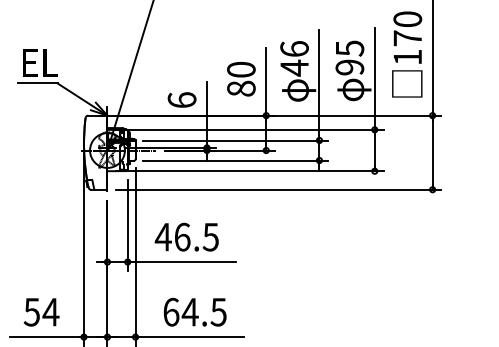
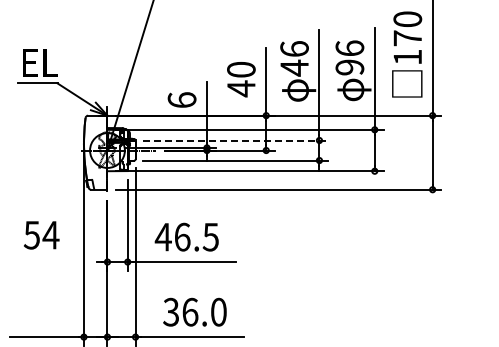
text at (349, 48): 95 -> 96
text at (241, 88): 80 -> 40
line at (236, 140): solid -> dashed
text at (194, 311): 64.5 -> 36.0
text at (41, 312) position: (41, 312) -> (41, 235)
